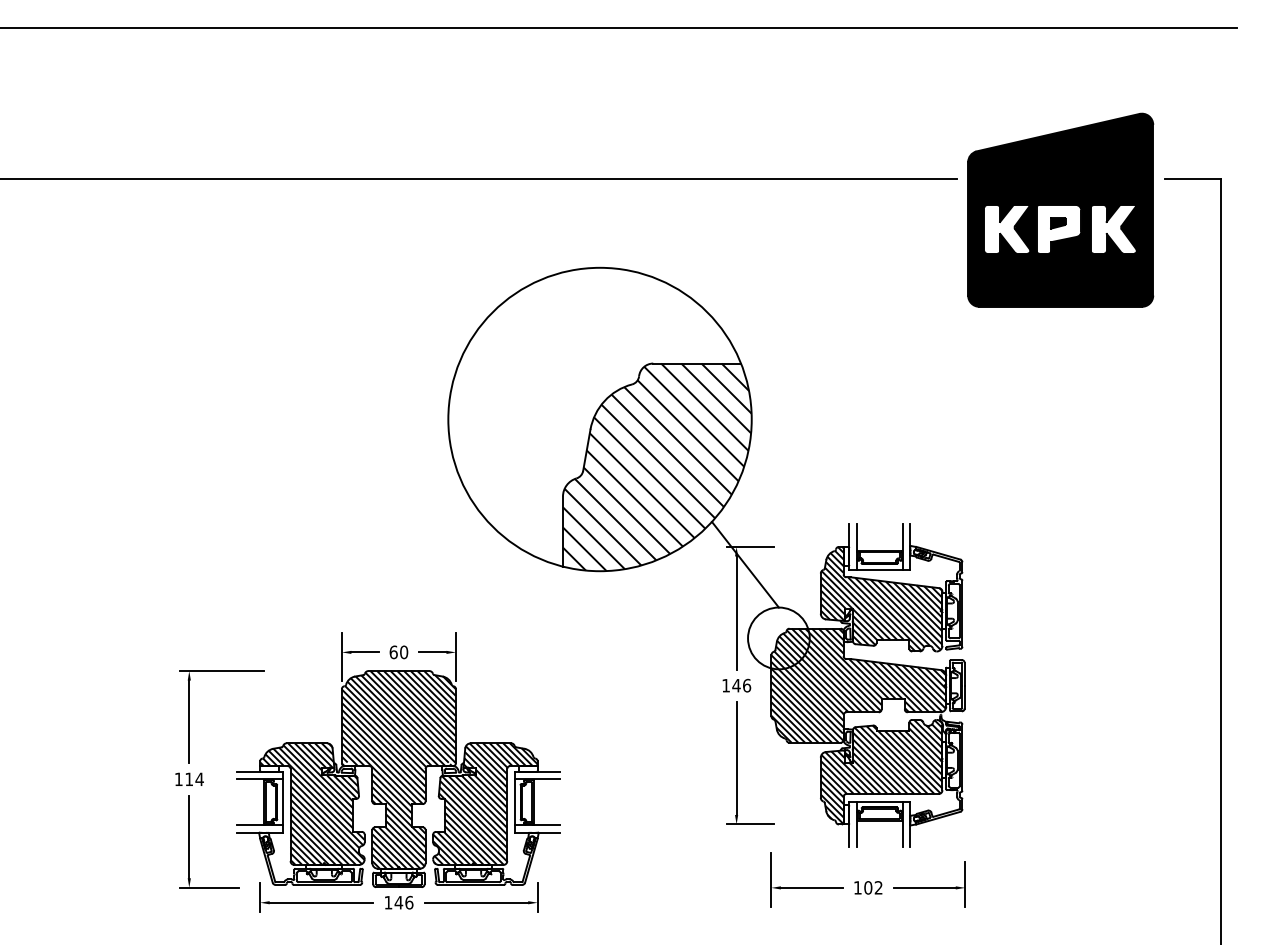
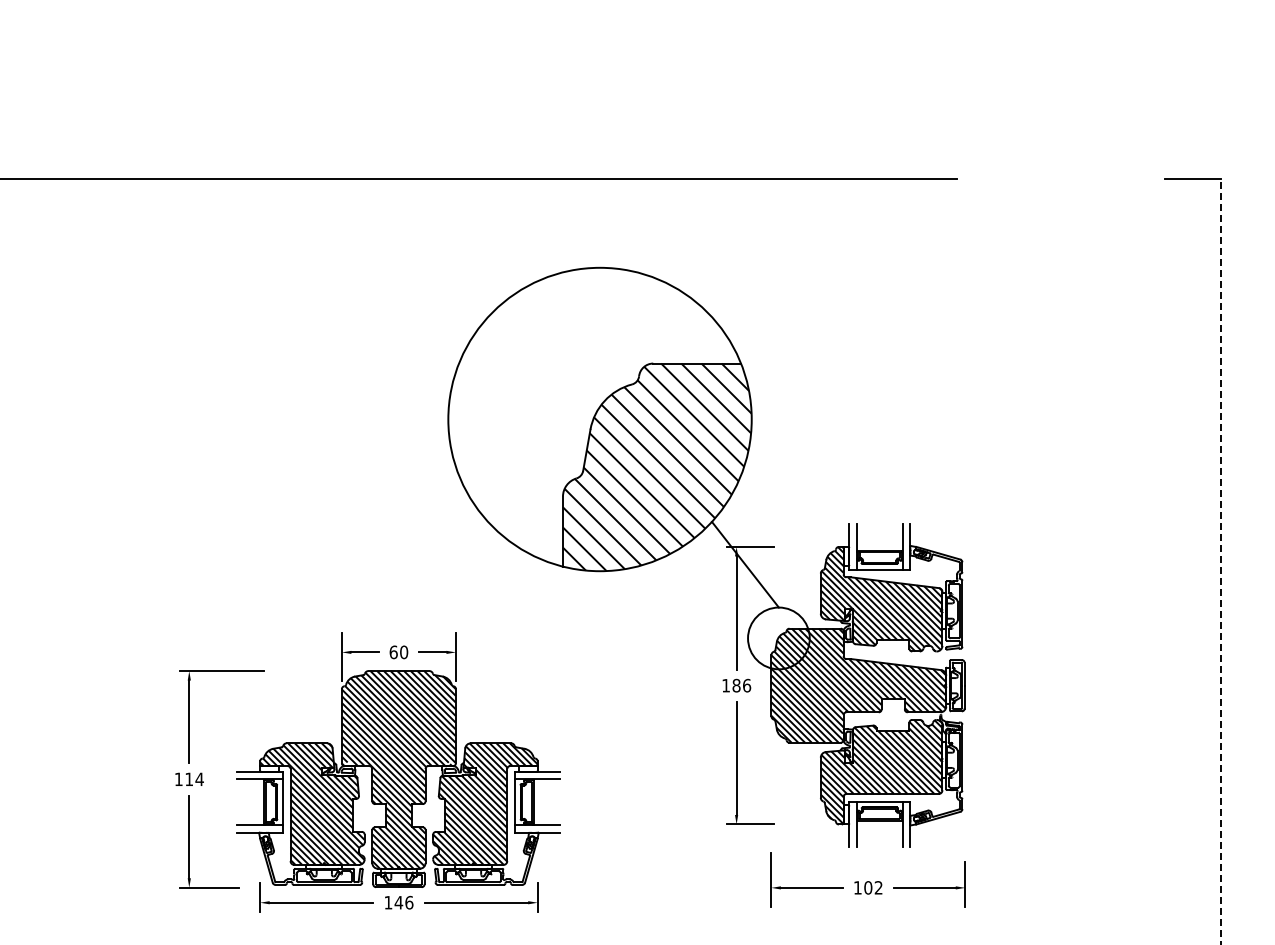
line at (619, 28): present -> none
part at (1060, 209): present -> none
line at (1220, 561): solid -> dashed
text at (736, 685): 146 -> 186
